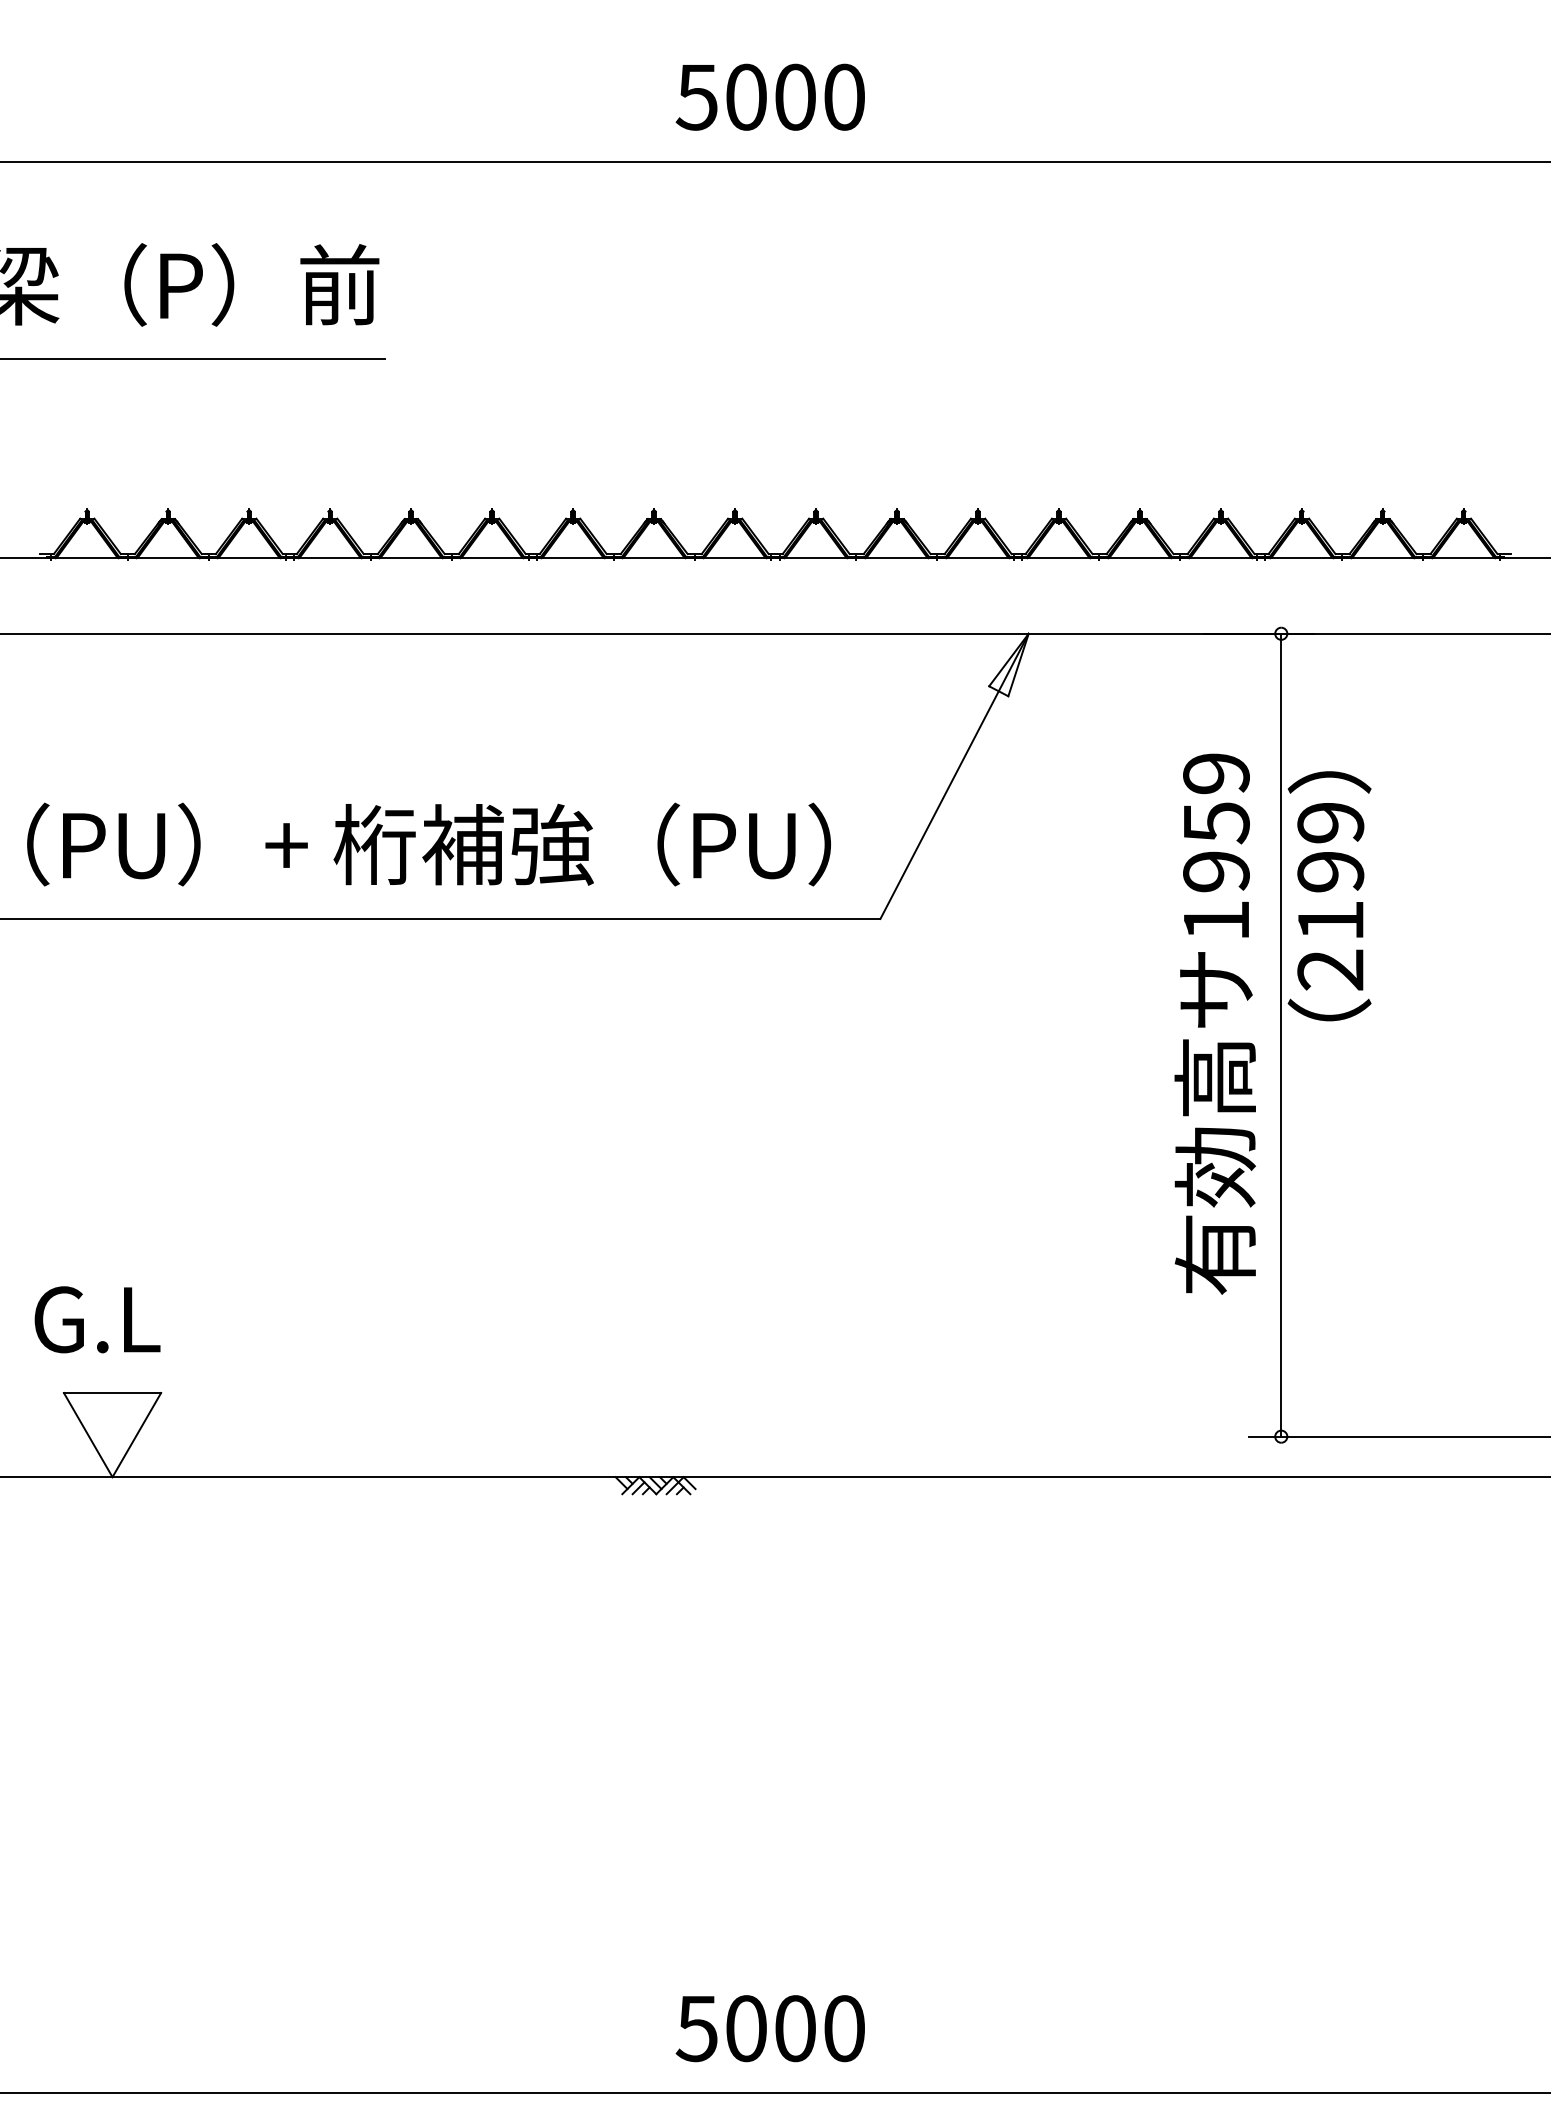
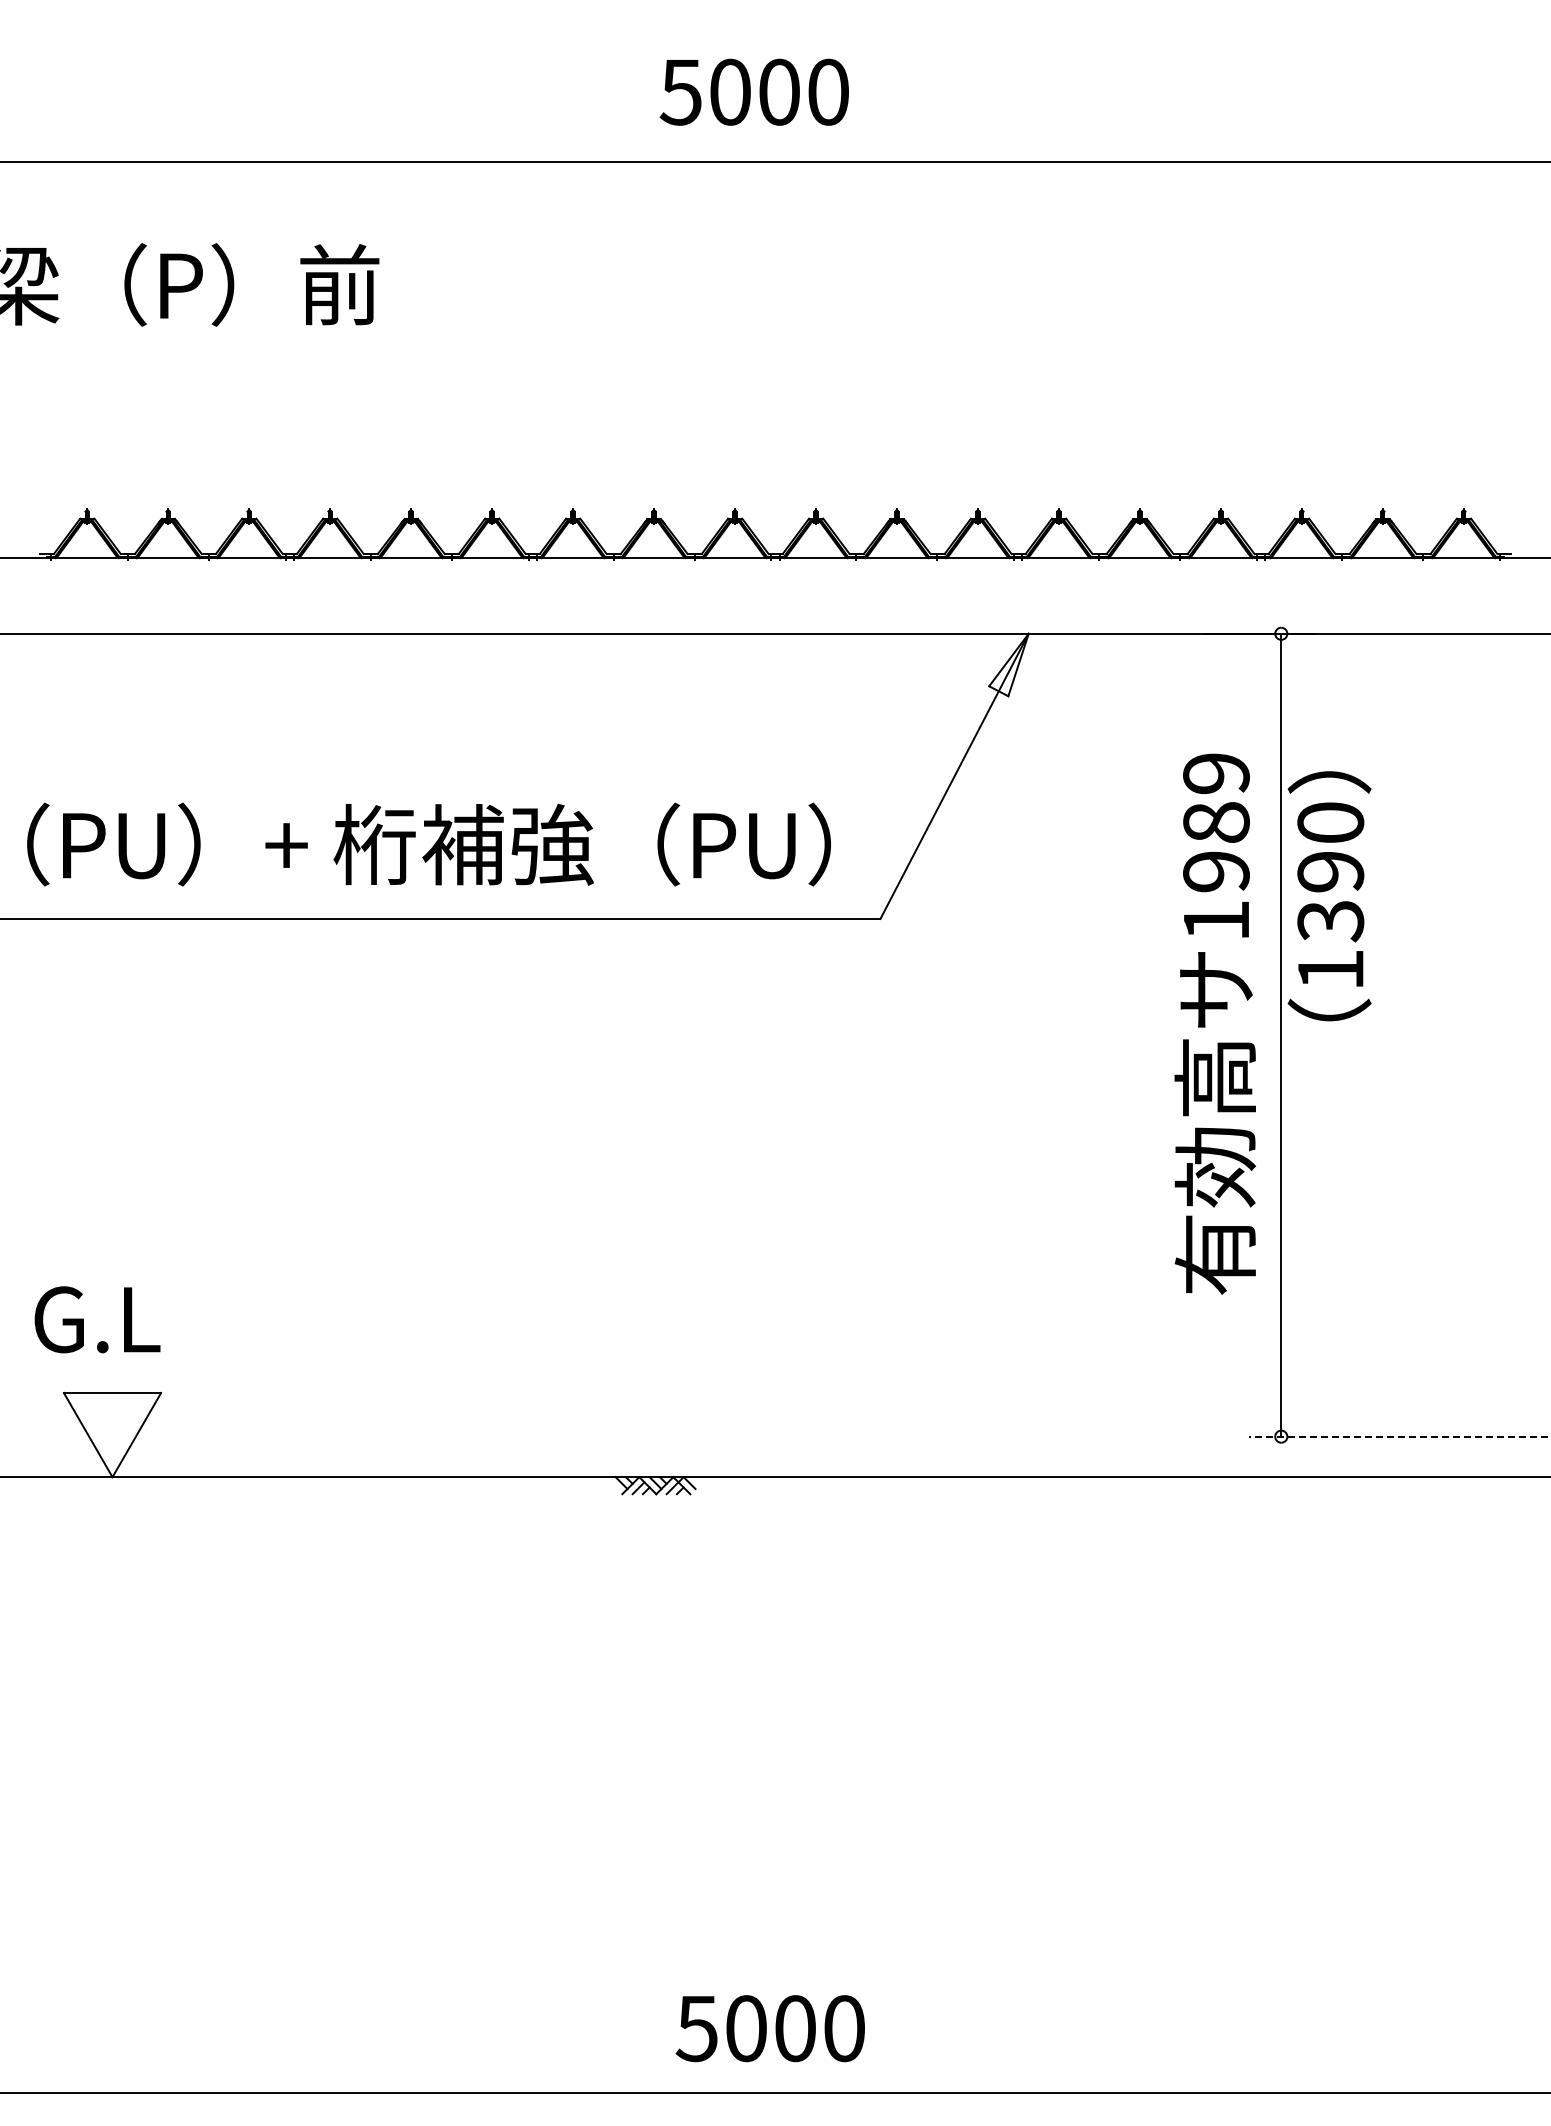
text at (769, 96) position: (769, 96) -> (753, 91)
line at (193, 359): present -> none
text at (1216, 823): 1959 -> 1989
text at (1330, 896): 2199 -> 1390
line at (1399, 1436): solid -> dashed
